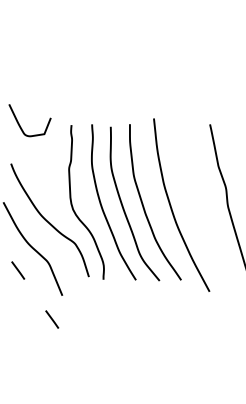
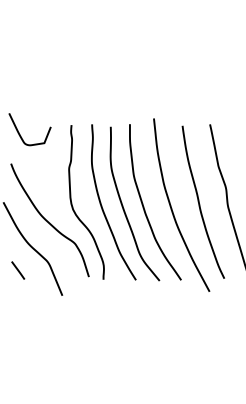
curve at (20, 125) position: (20, 125) -> (20, 134)
curve at (199, 201): none -> present
line at (52, 319): present -> none
